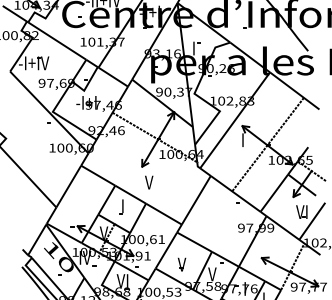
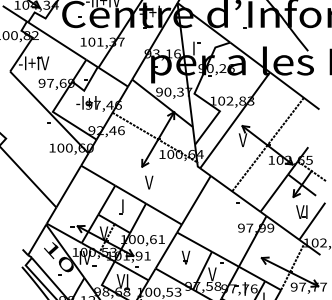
text at (242, 139): I -> V
part at (181, 264) position: (181, 264) -> (185, 257)
